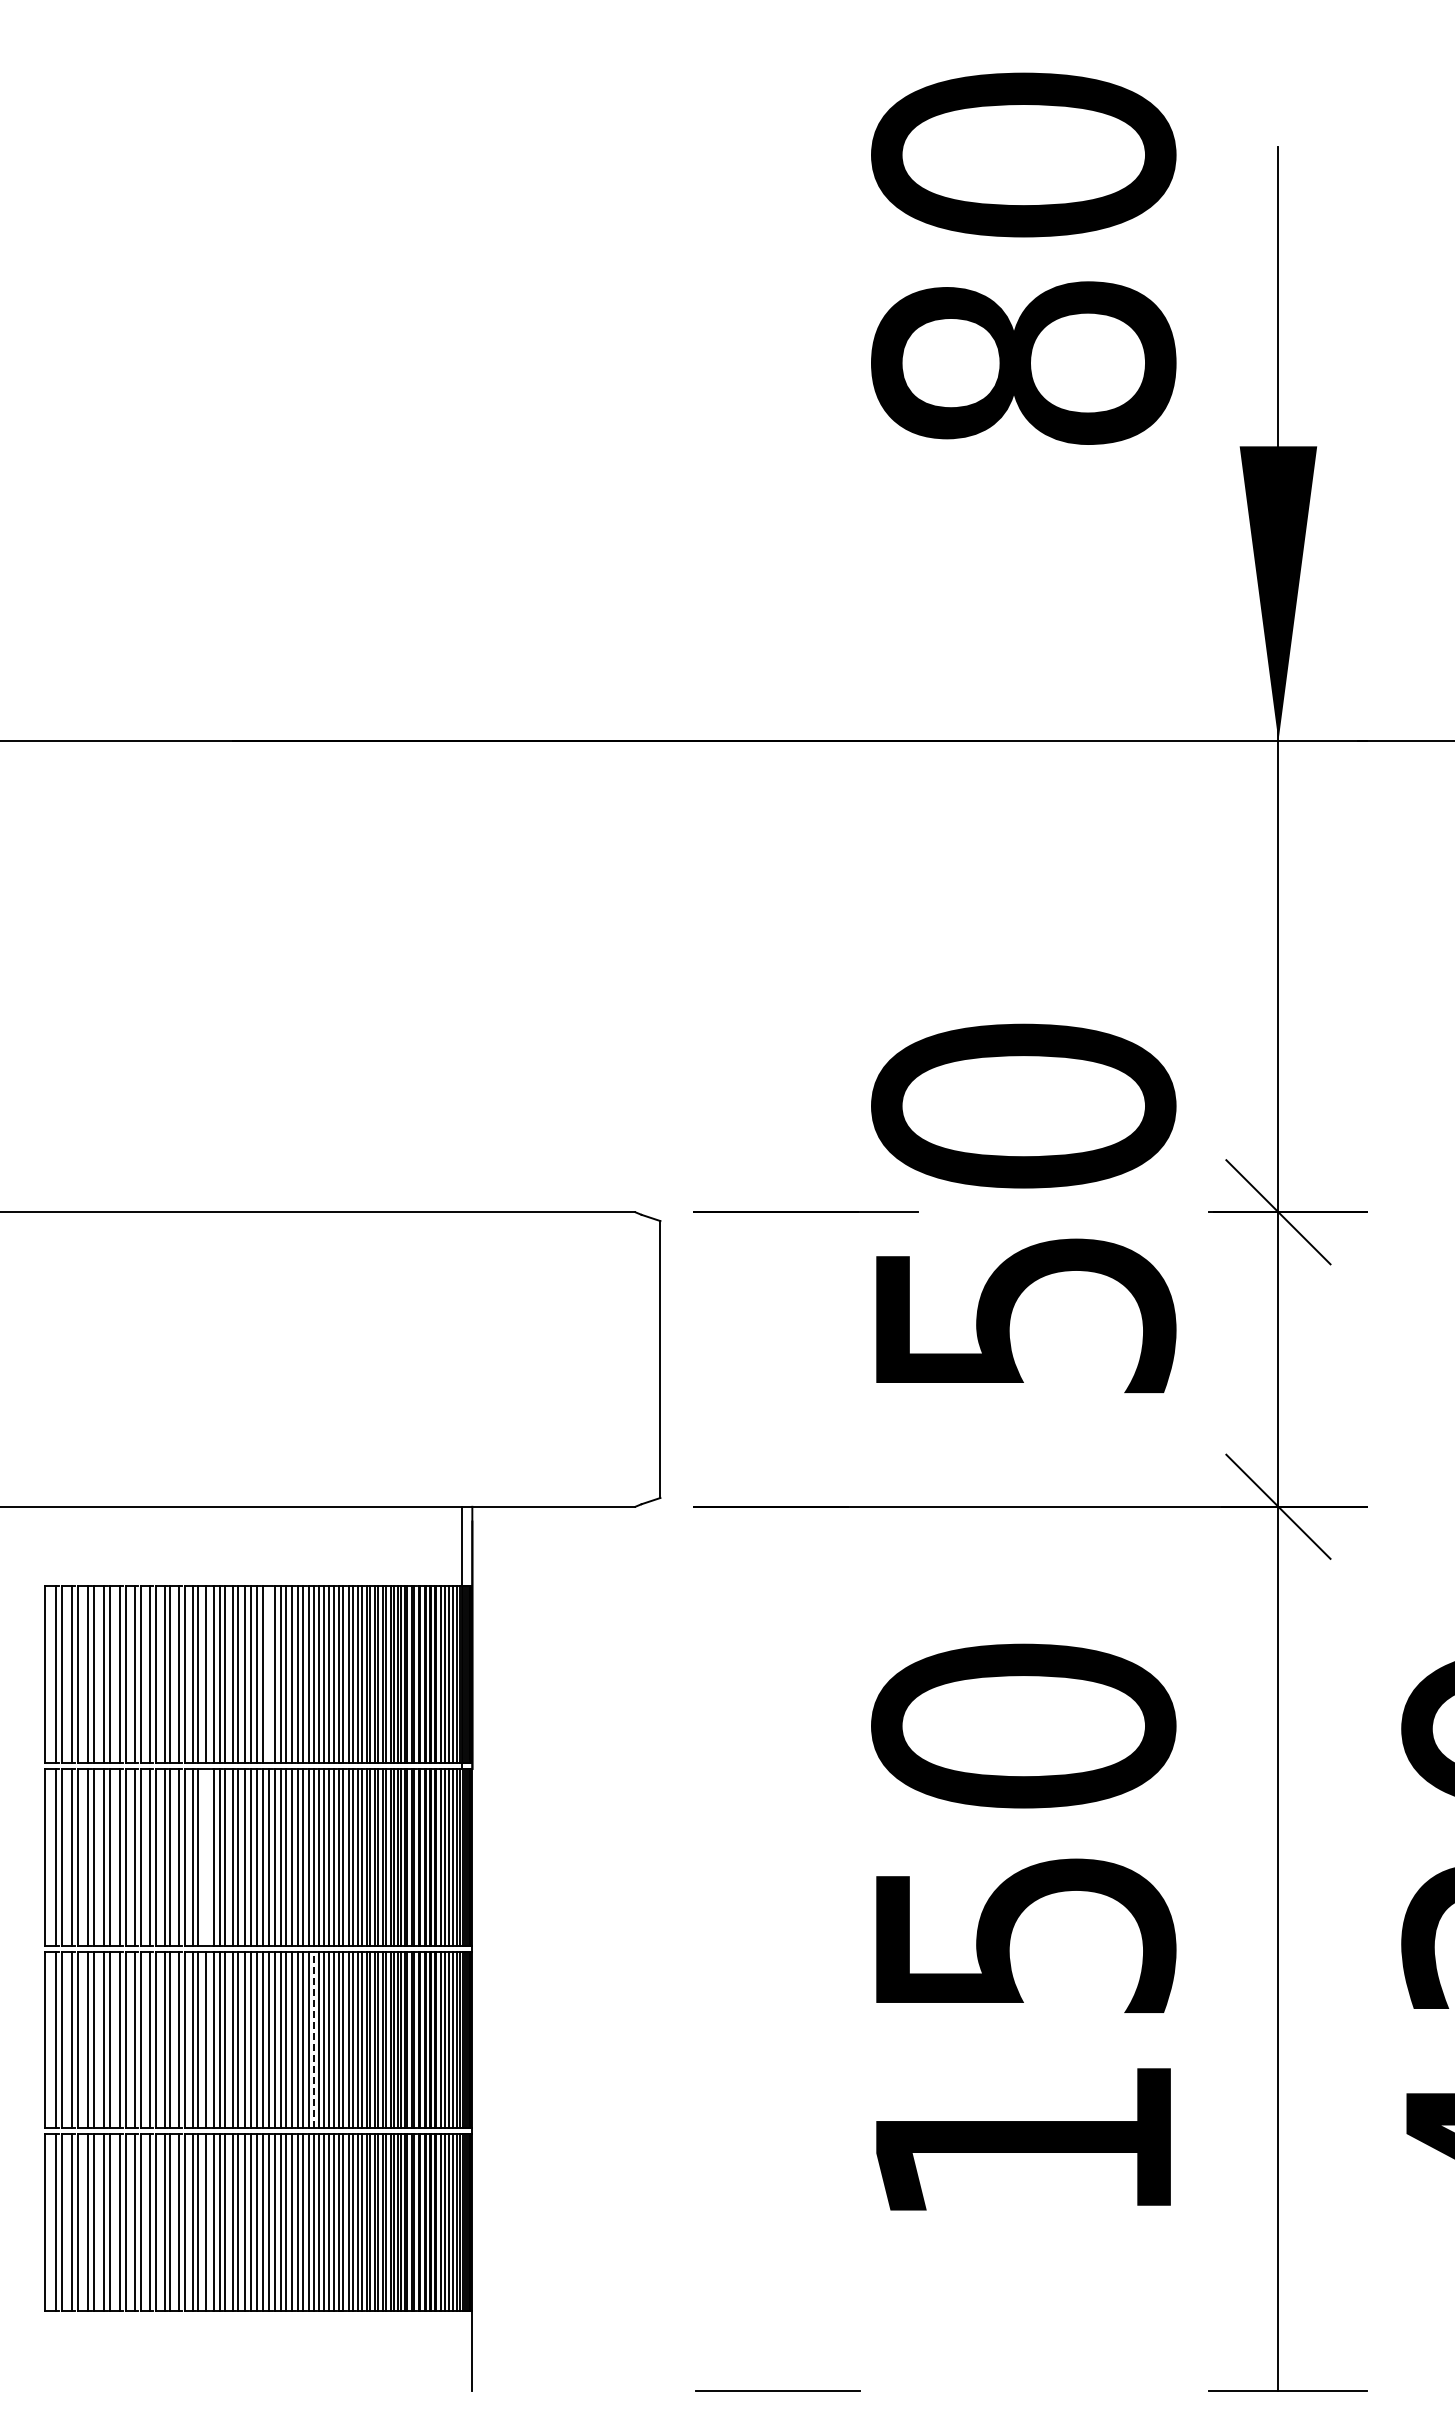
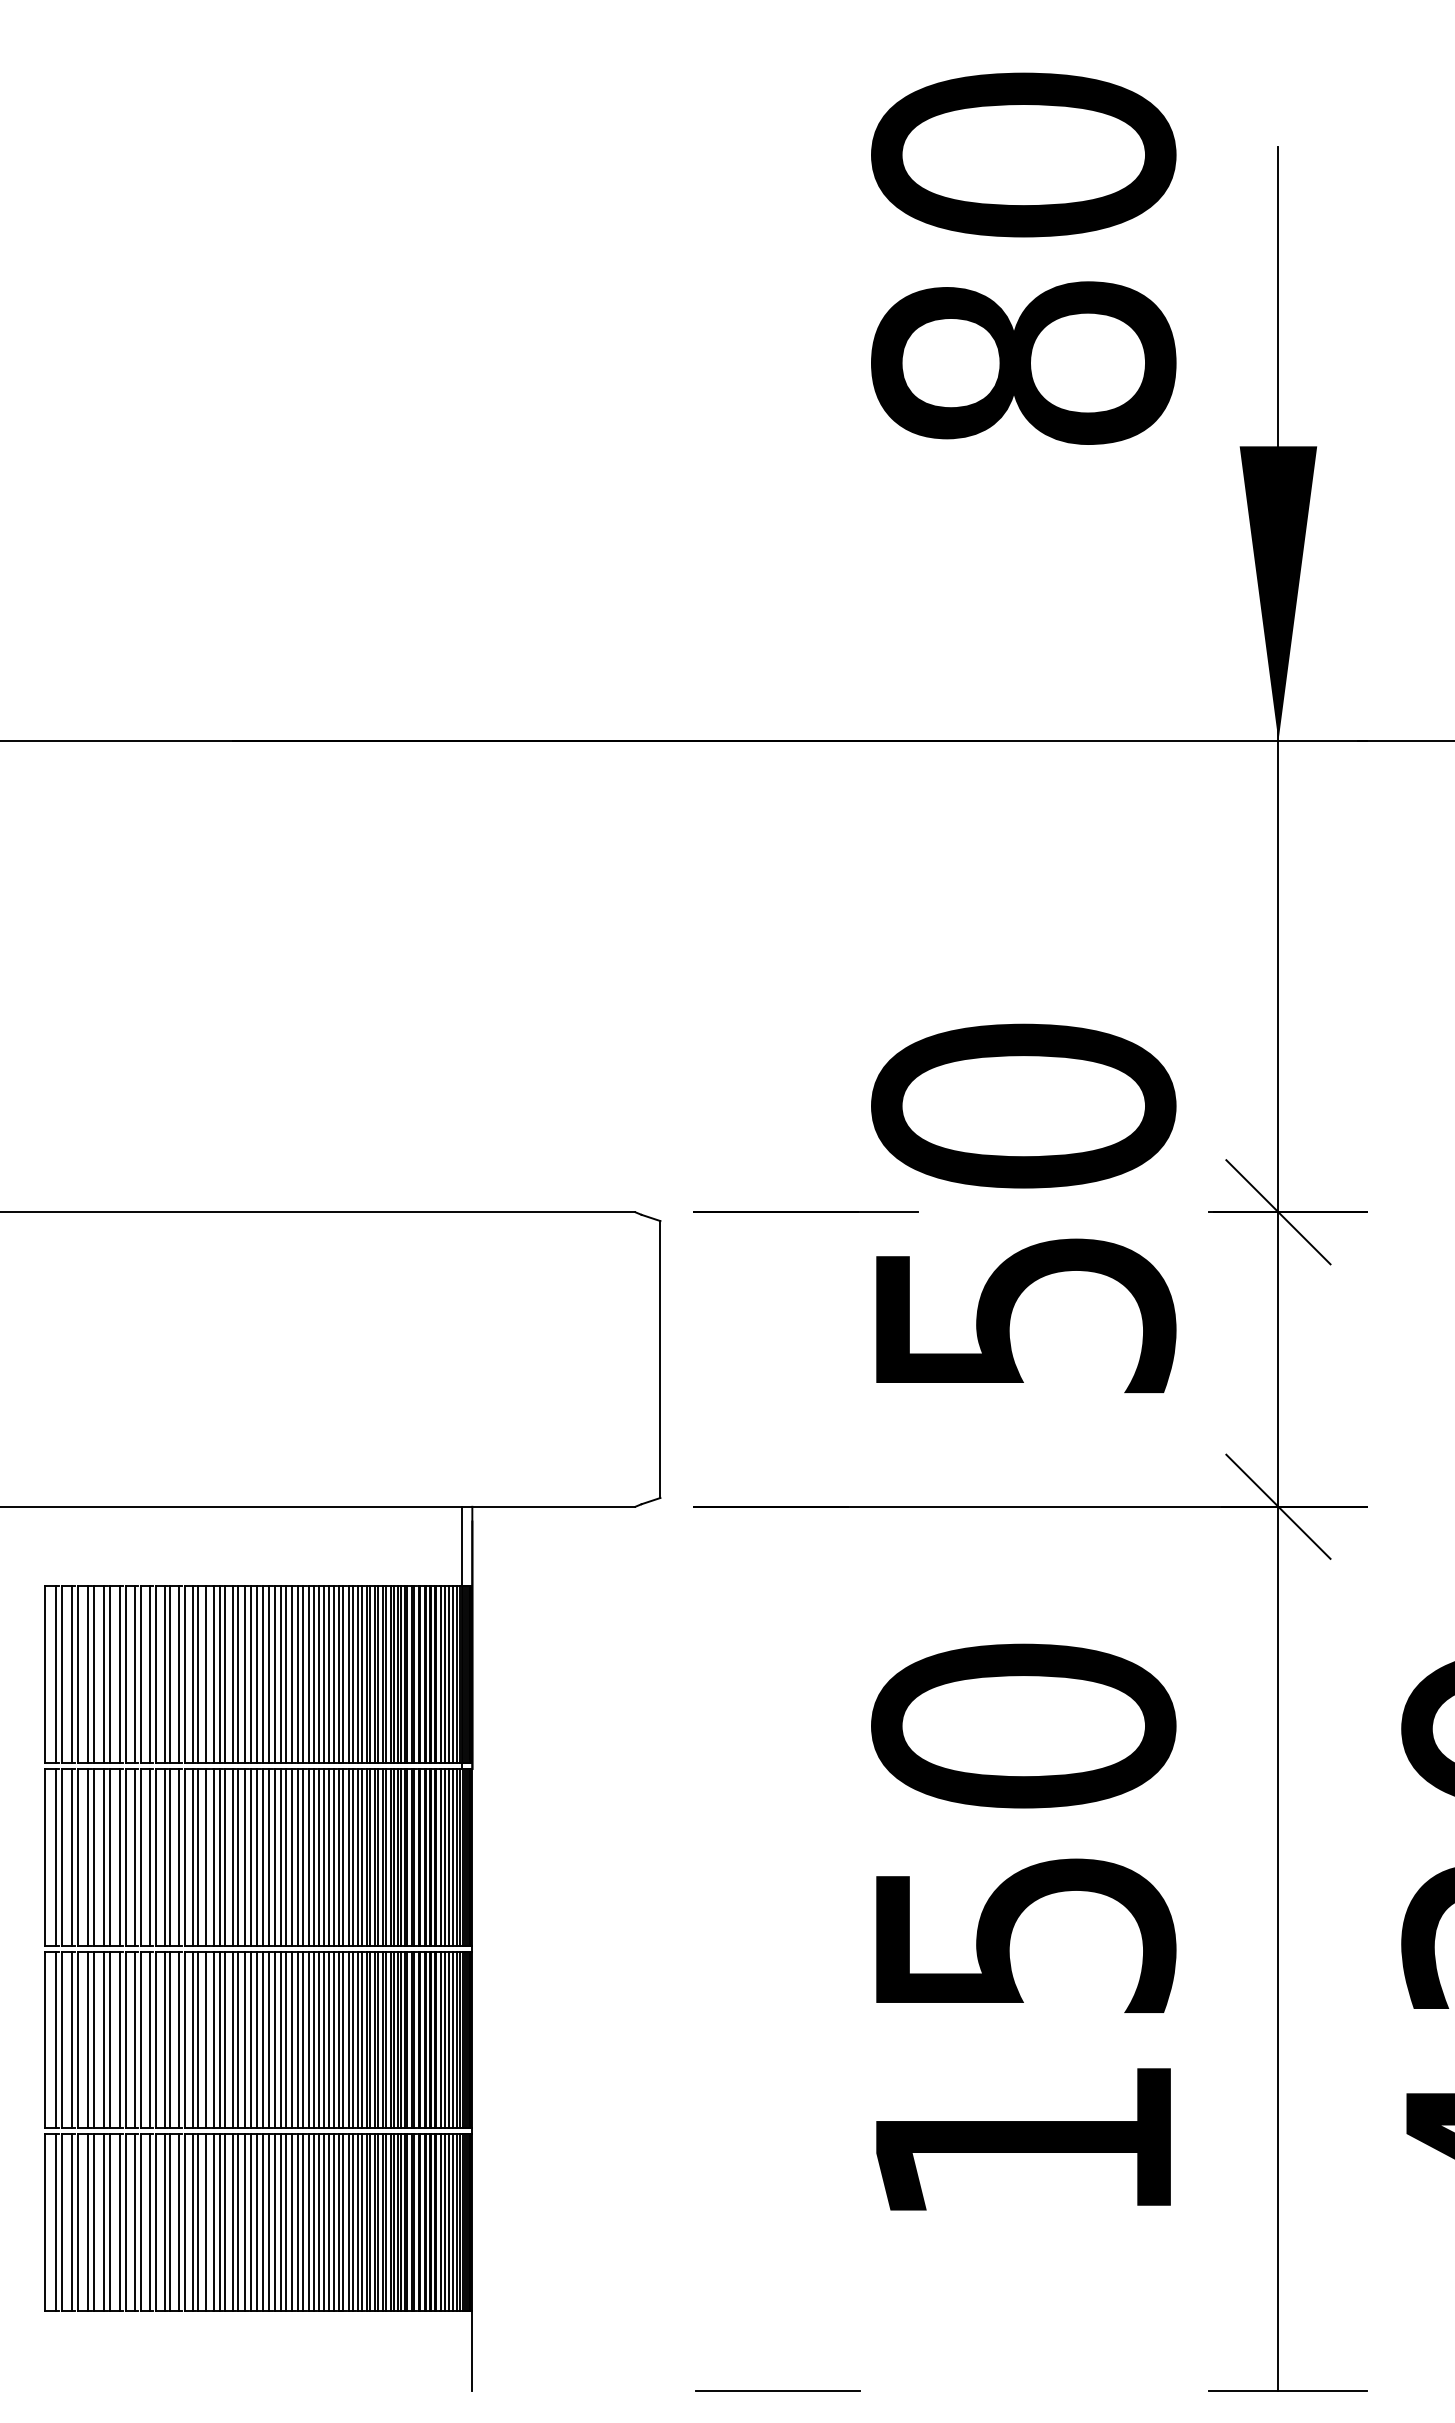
line at (269, 1674): none -> present
line at (206, 1856): none -> present
line at (313, 2039): dashed -> solid
